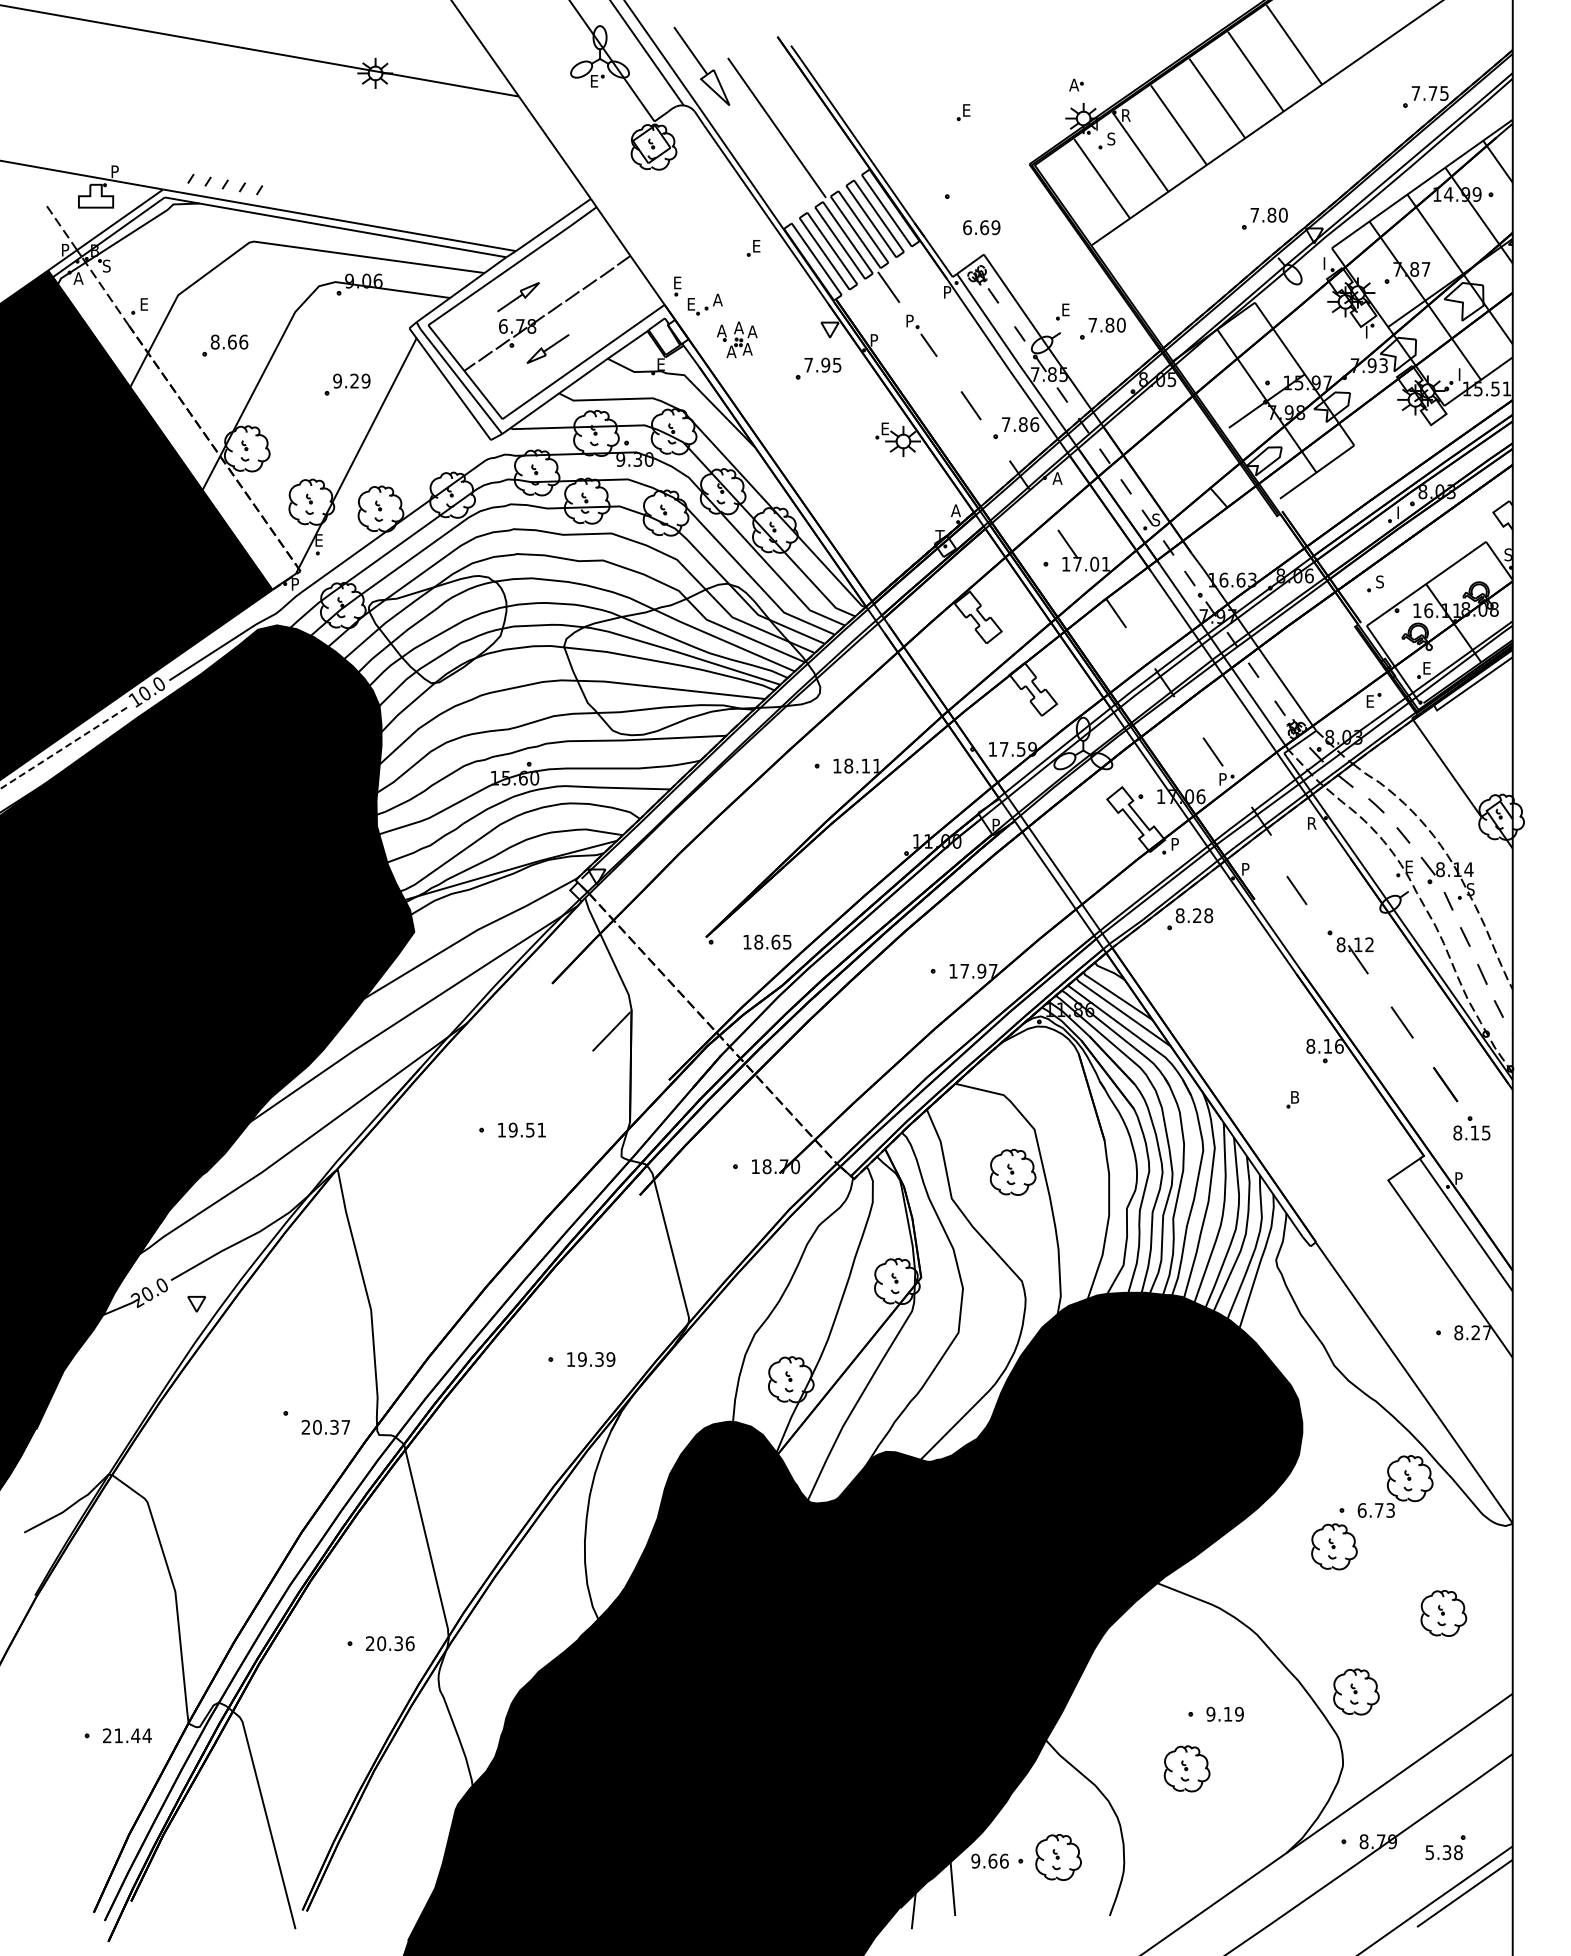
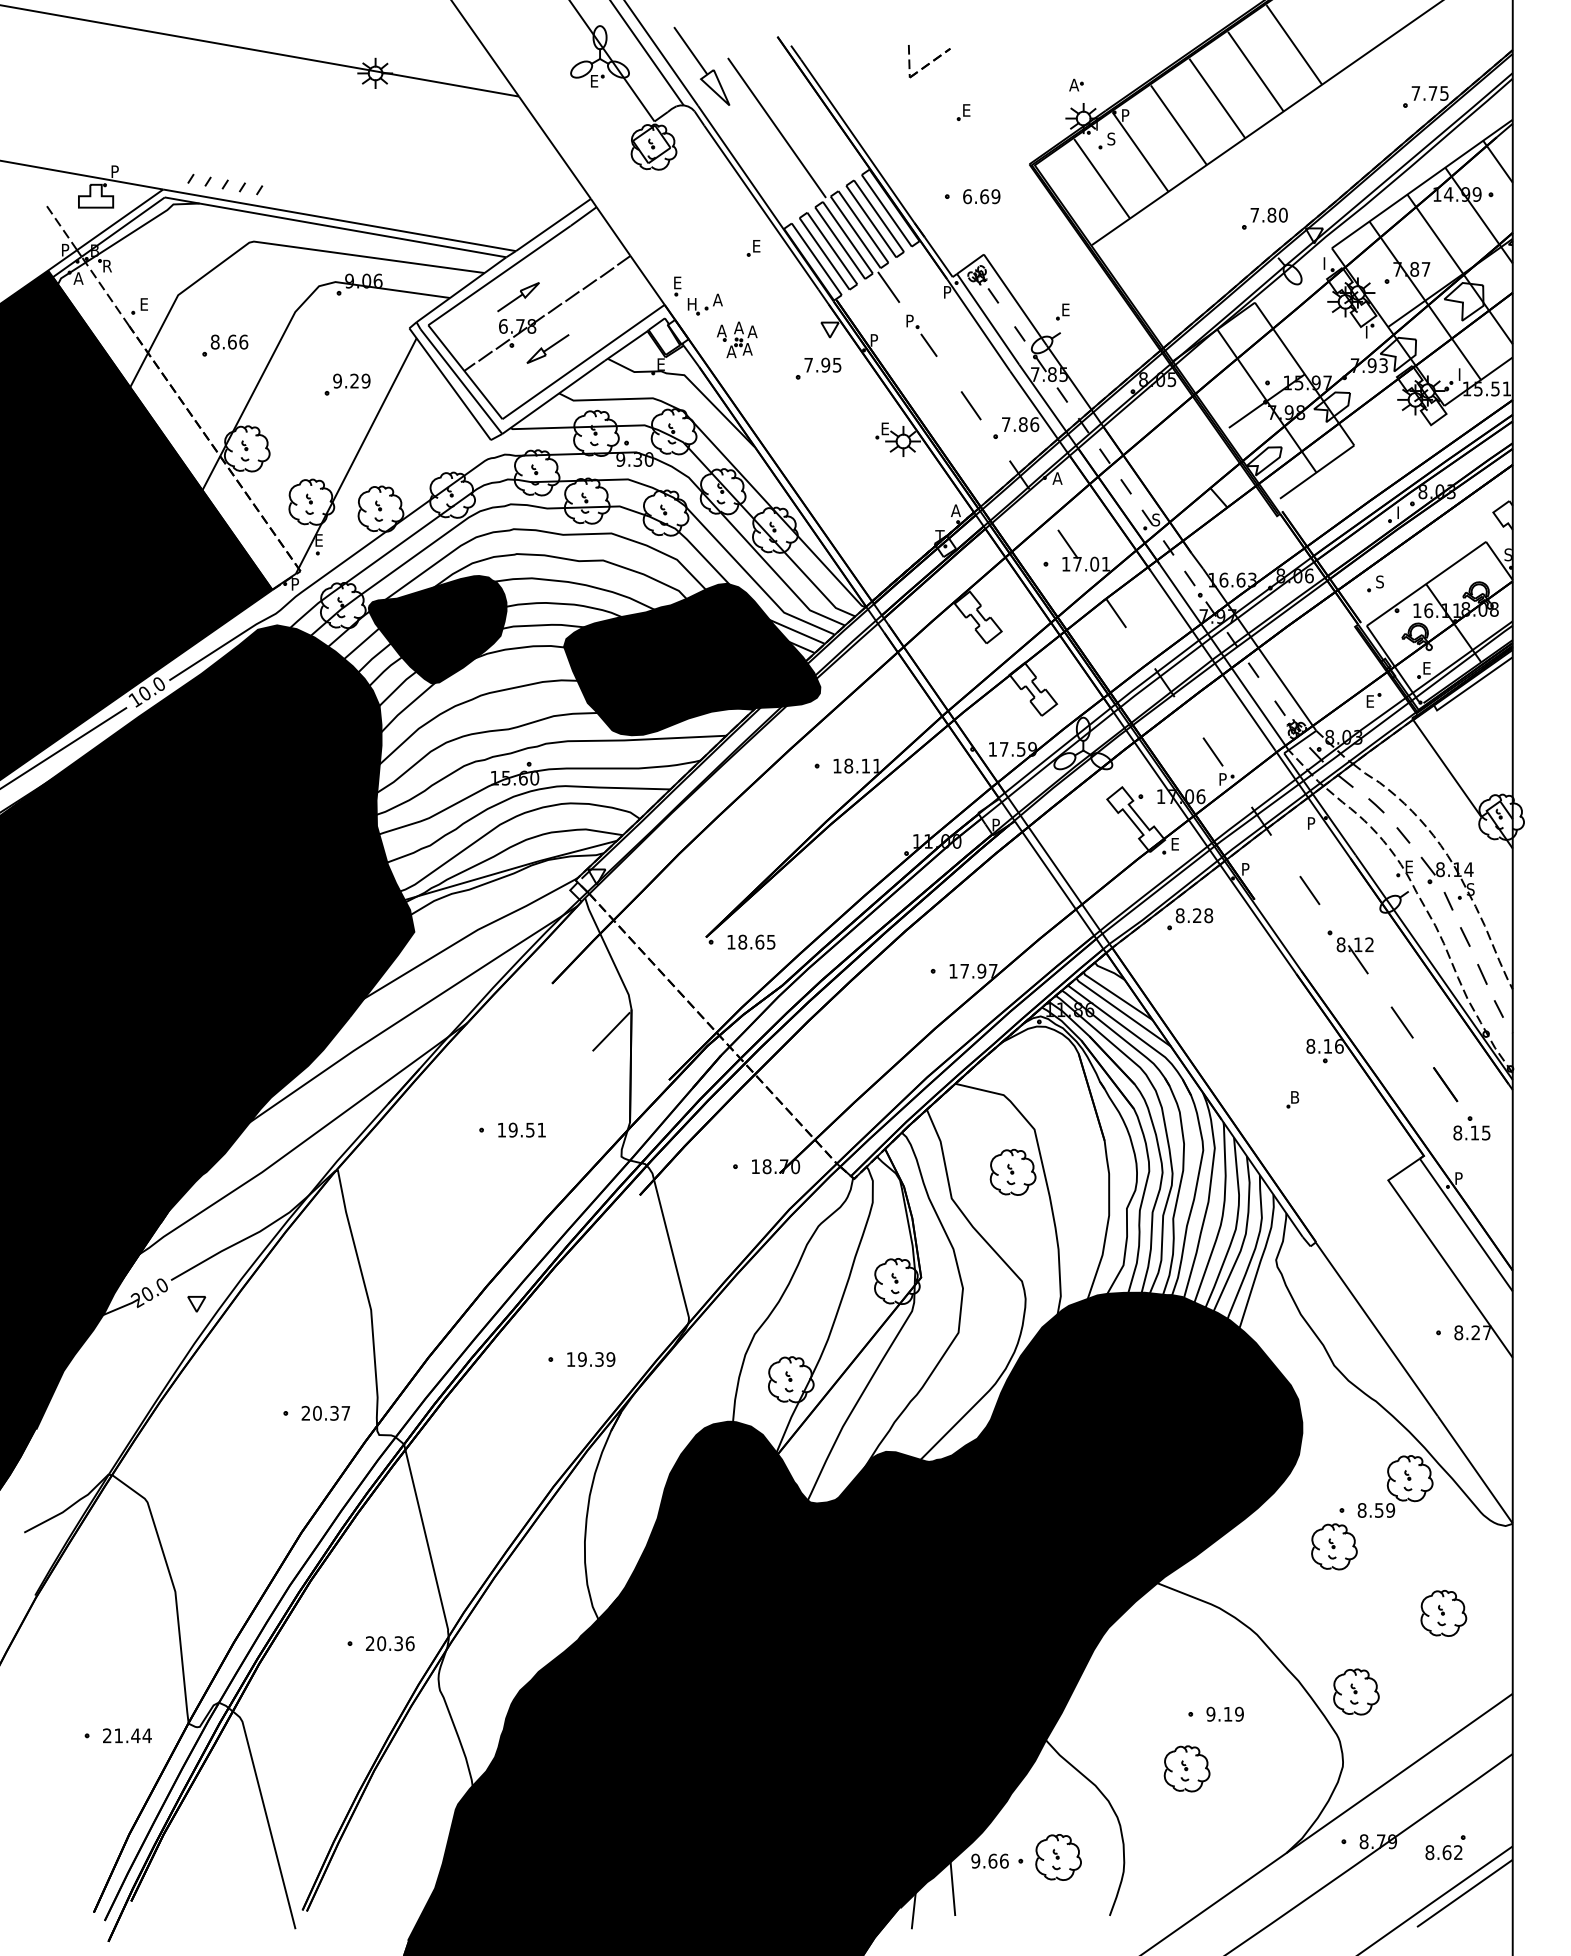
part at (929, 61): none -> present
text at (1126, 117): R -> P
text at (981, 227) position: (981, 227) -> (981, 196)
text at (107, 265): S -> R
text at (692, 304): E -> H
part at (1102, 328): present -> none
fill at (437, 629): none -> present
fill at (692, 659): none -> present
line at (63, 748): dashed -> solid
text at (1312, 825): R -> P
text at (1175, 844): P -> E
line at (1296, 890) position: (1296, 890) -> (1309, 890)
text at (767, 941) position: (767, 941) -> (751, 941)
text at (325, 1426) position: (325, 1426) -> (325, 1412)
text at (1376, 1510): 6.73 -> 8.59
text at (1443, 1852): 5.38 -> 8.62
